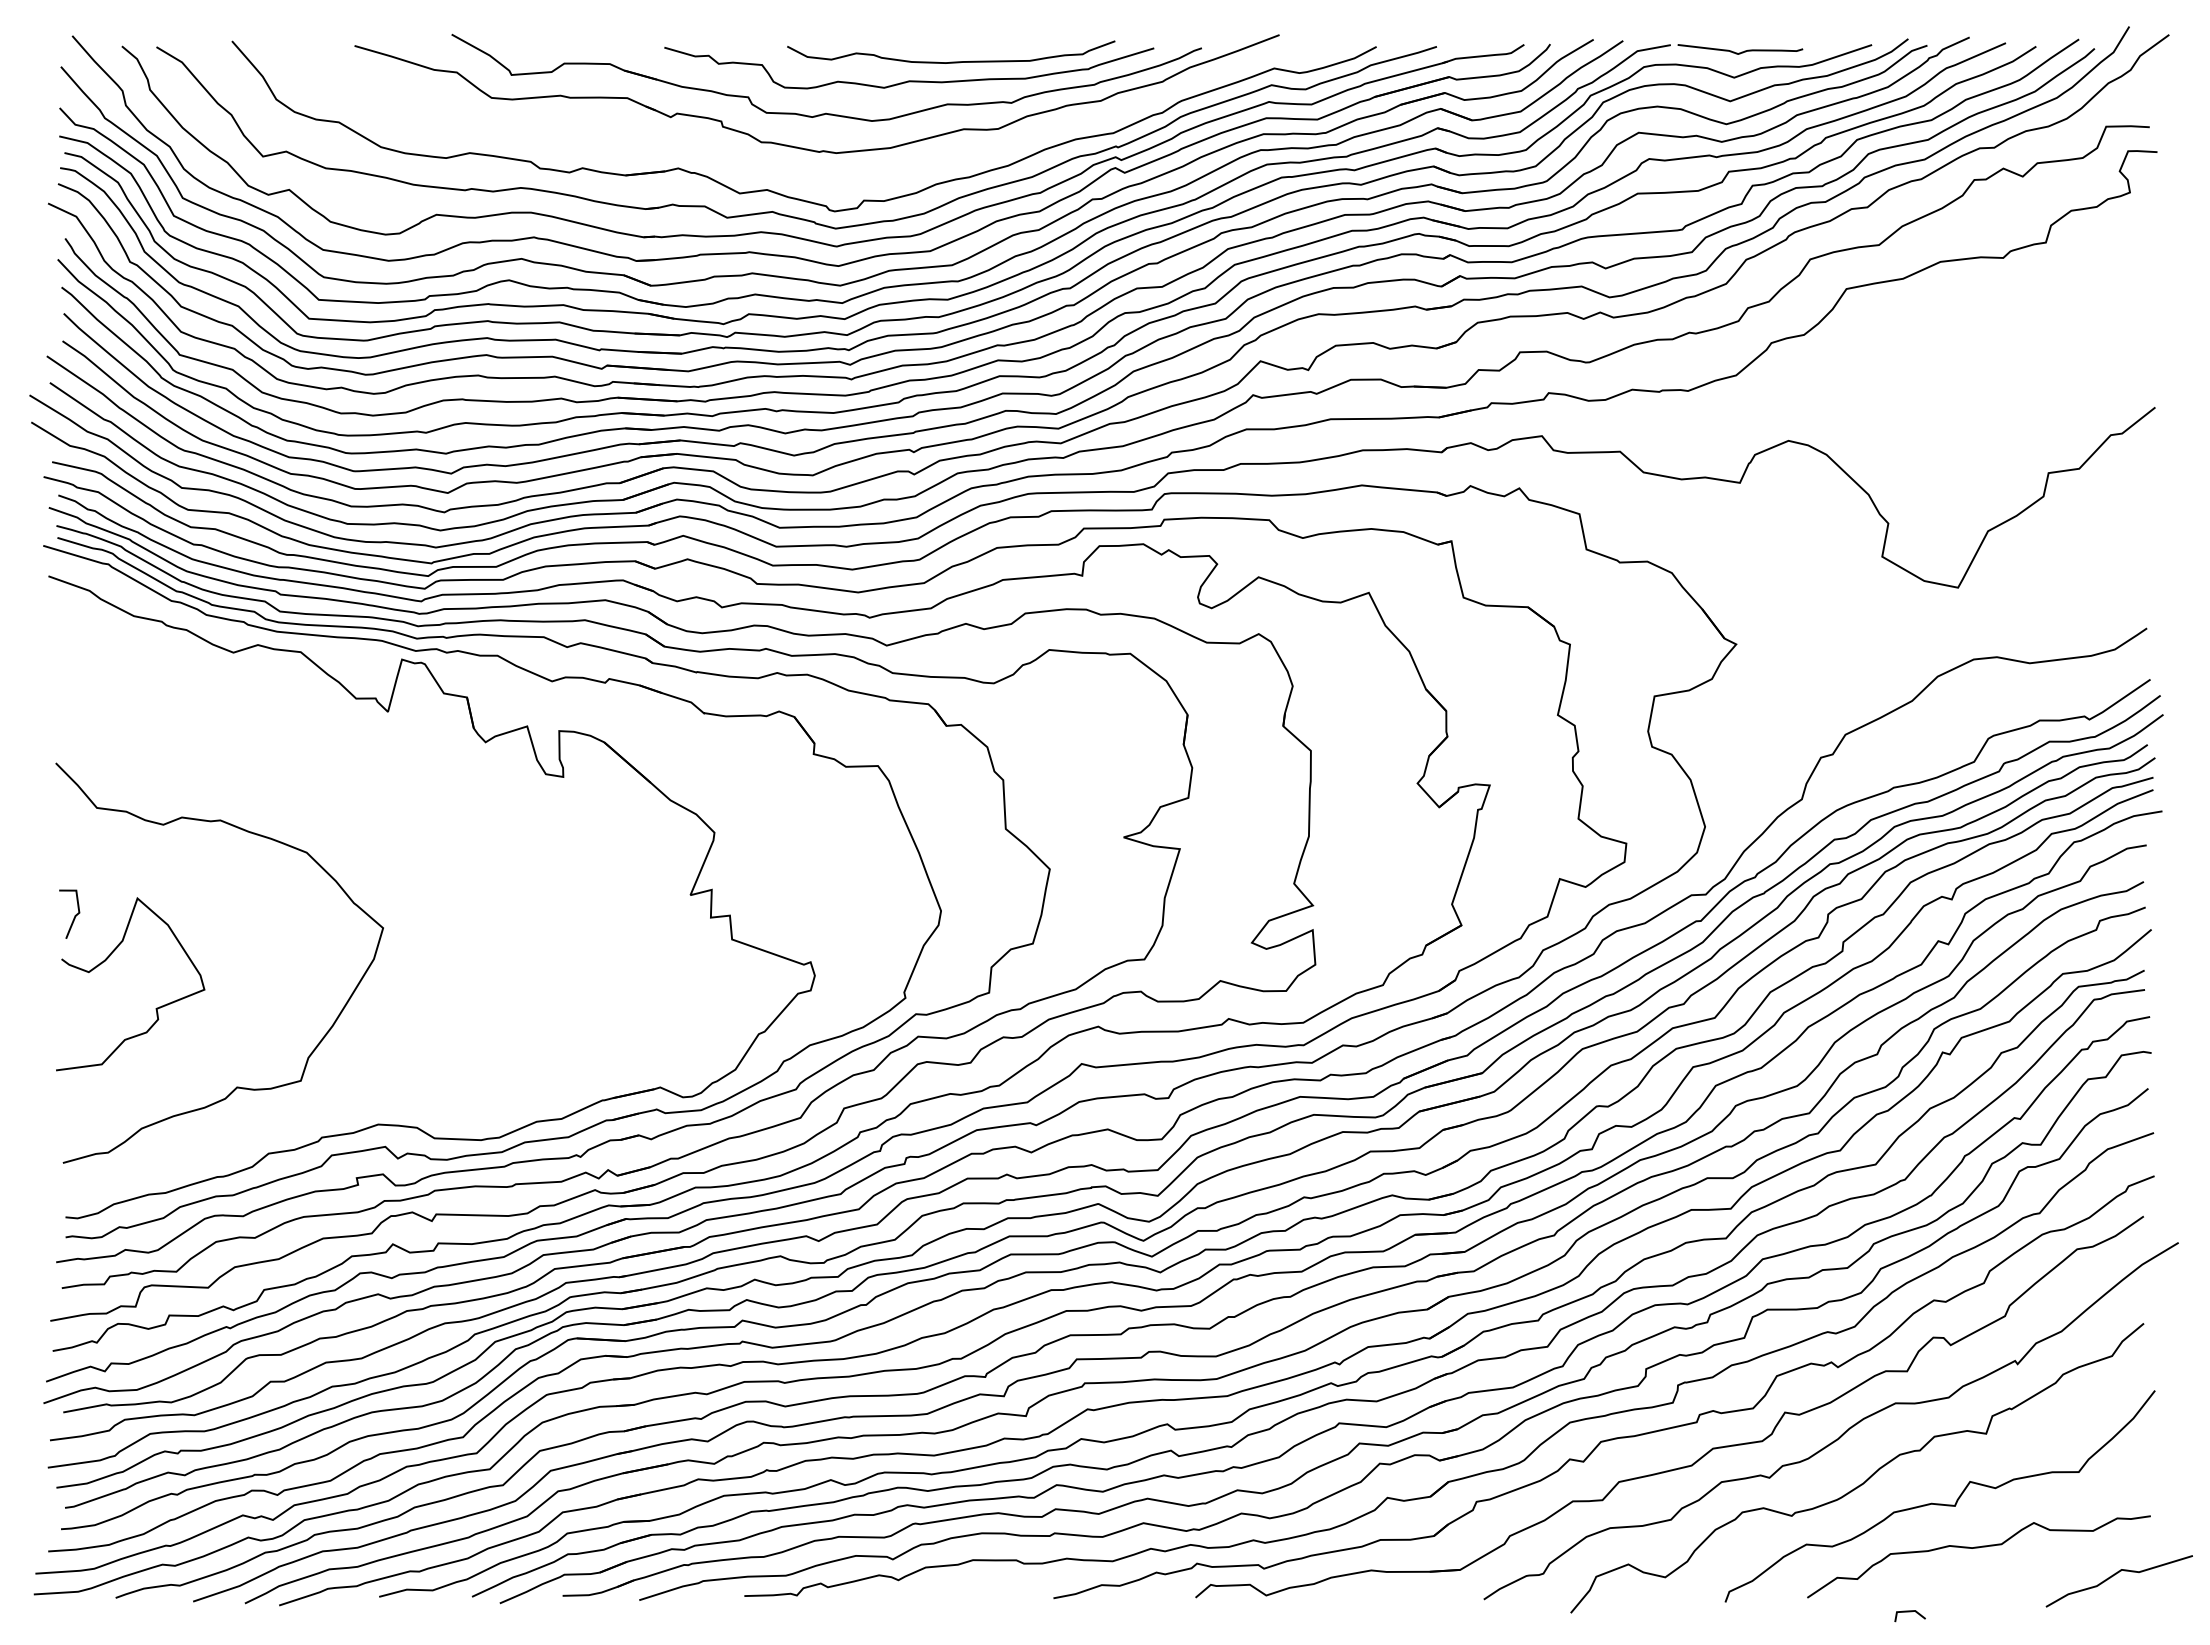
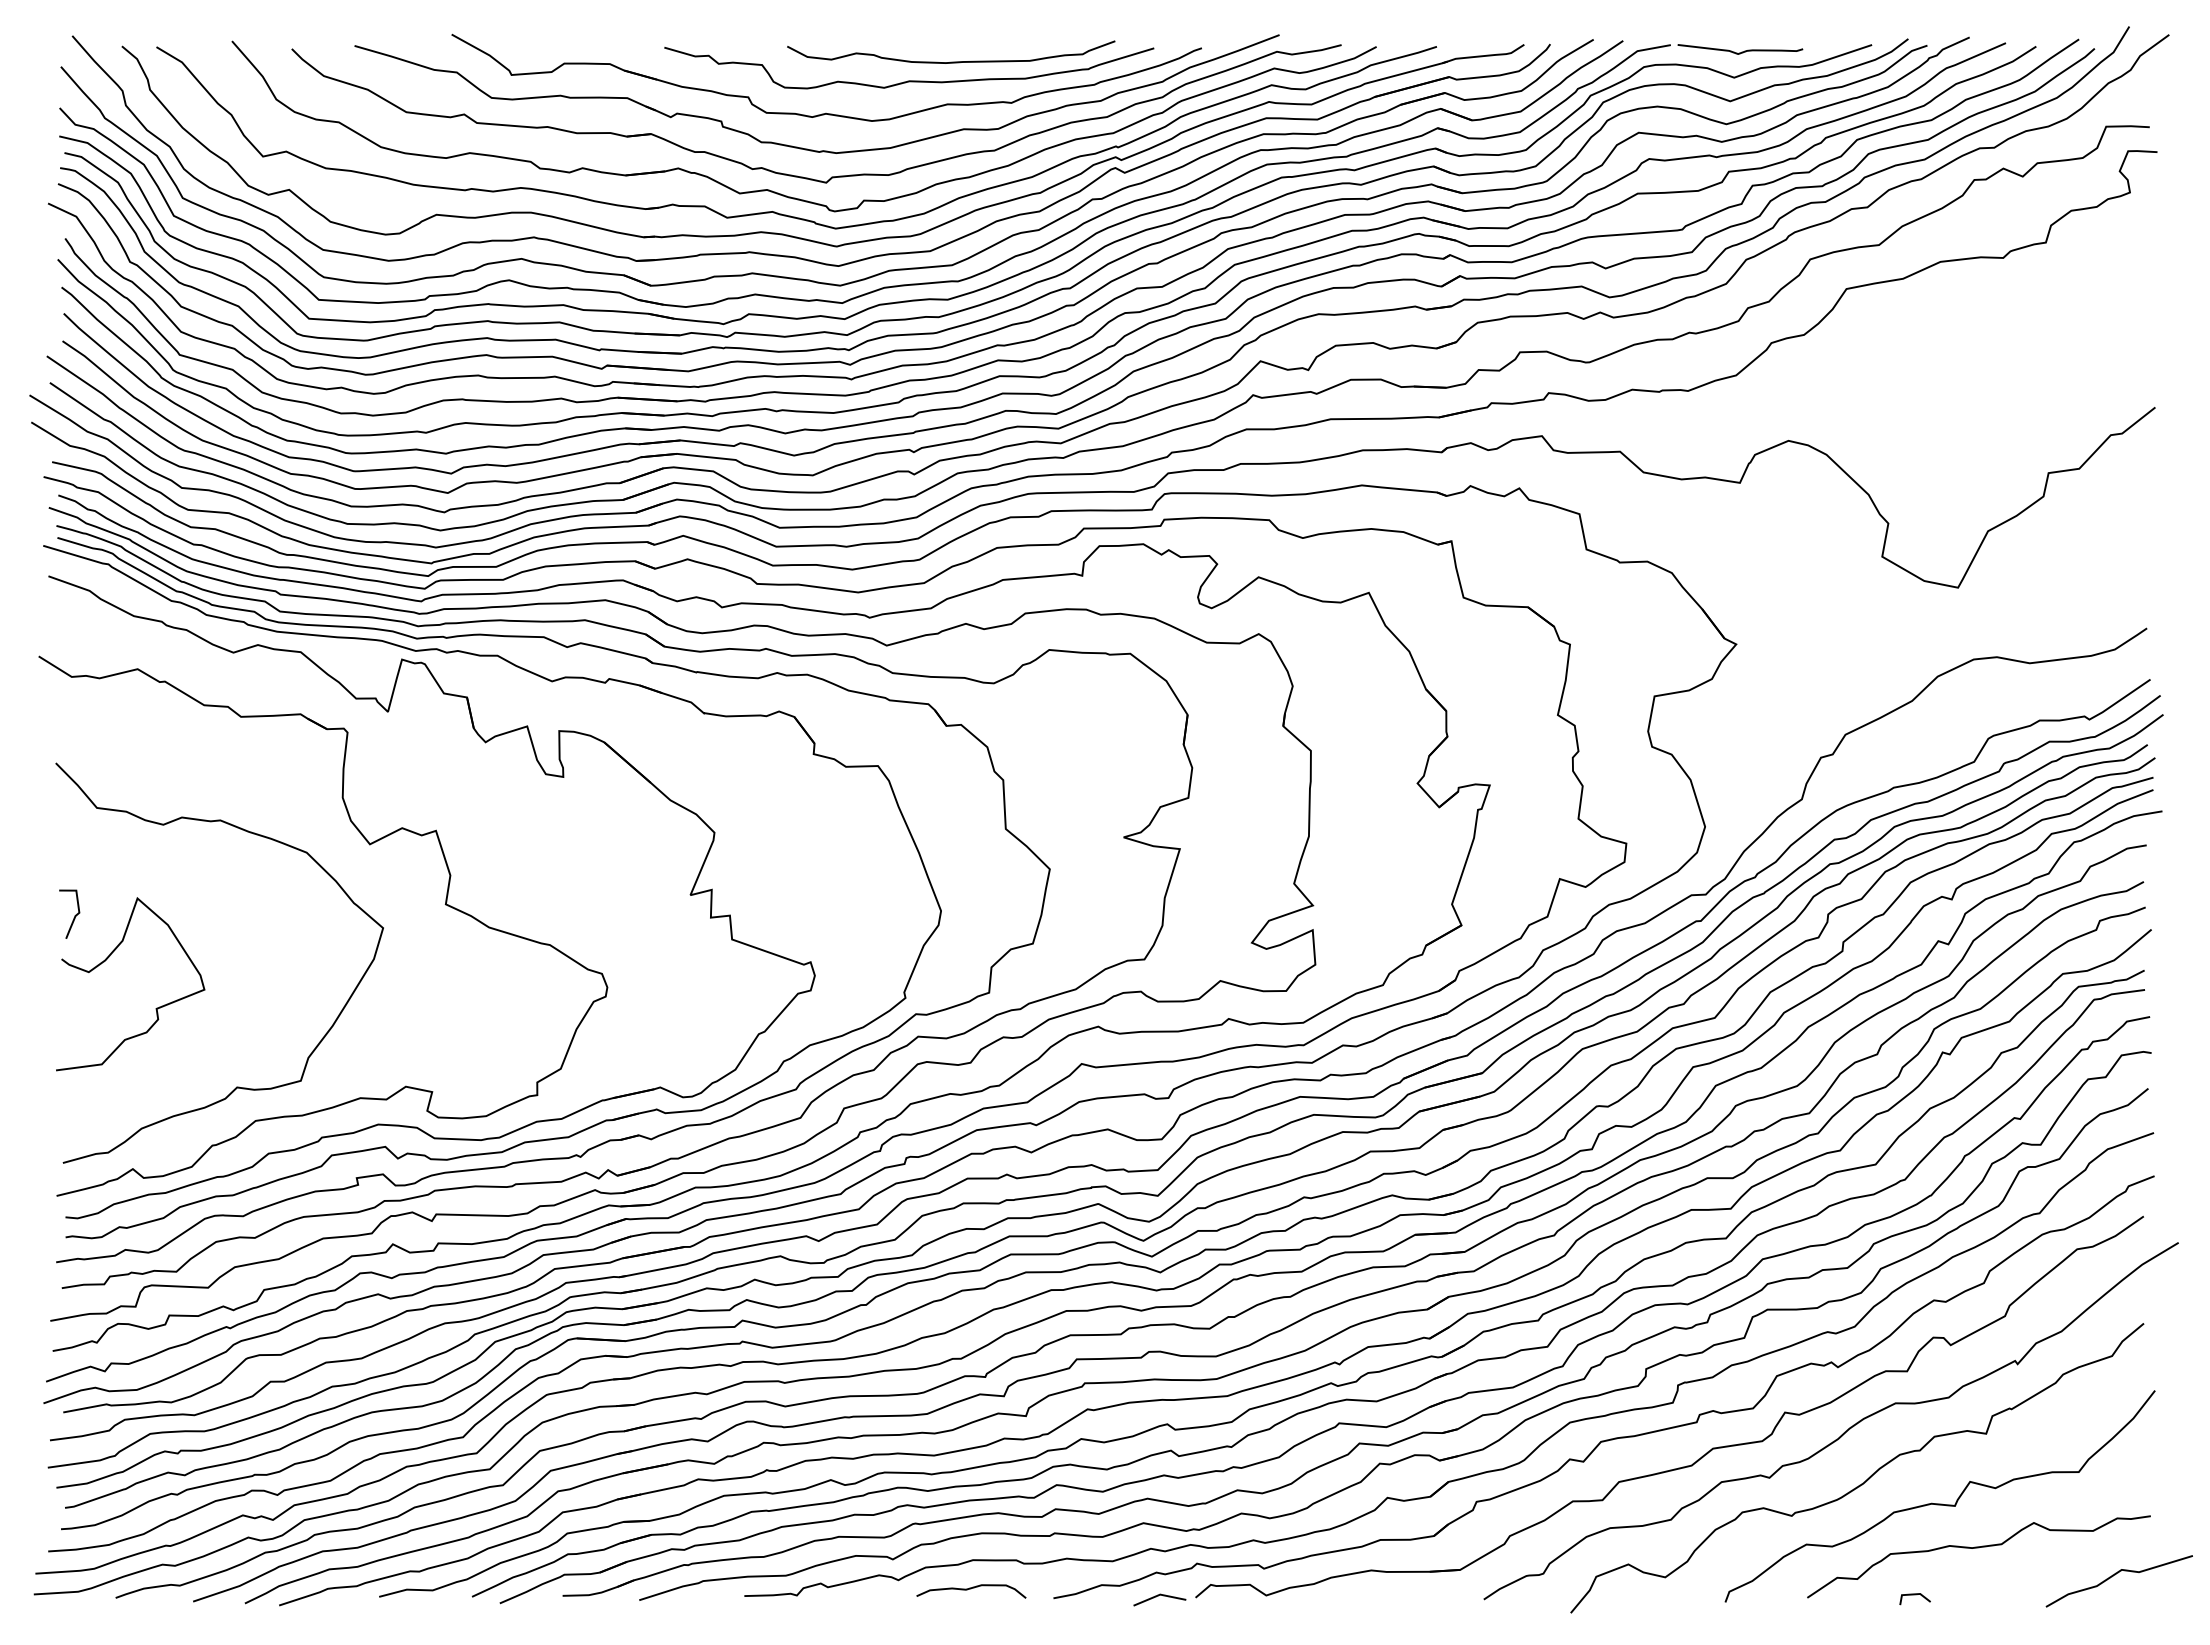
part at (803, 176): none -> present
part at (369, 845): none -> present
curve at (971, 1589): none -> present
line at (1158, 1596): none -> present
line at (1909, 1612) position: (1909, 1612) -> (1914, 1595)
